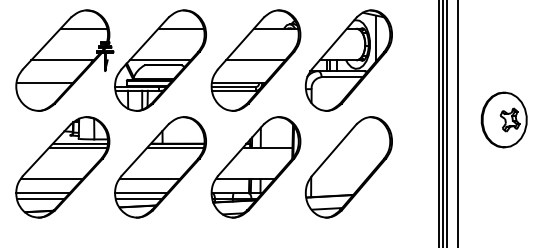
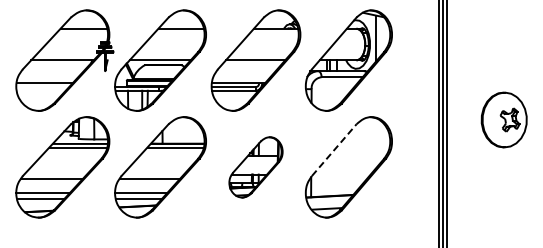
line at (457, 123): present -> none
line at (334, 149): solid -> dashed
part at (255, 167) size: 92x103 px -> 56x63 px
